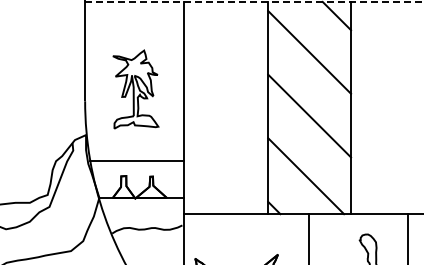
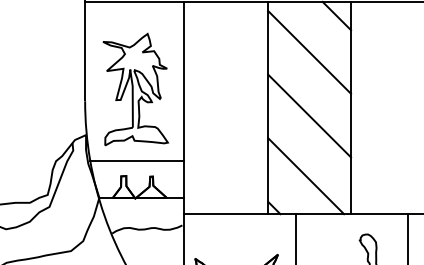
line at (254, 1): dashed -> solid
part at (135, 89) size: 48x81 px -> 68x115 px
line at (309, 237) position: (309, 237) -> (296, 237)
